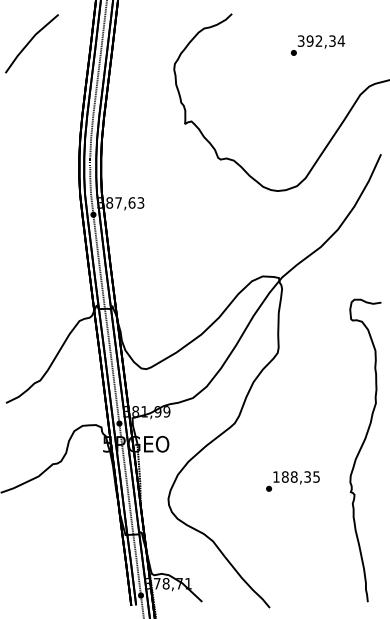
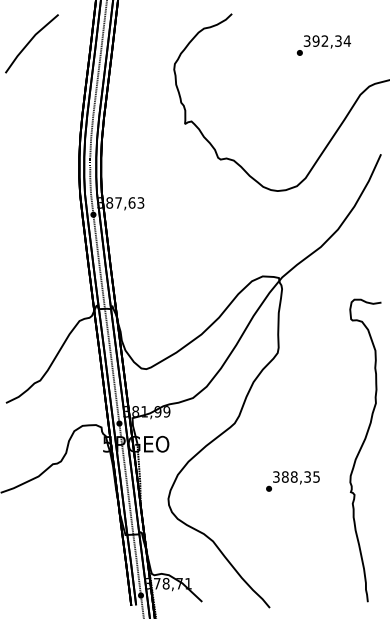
text at (317, 45) position: (317, 45) -> (323, 45)
text at (276, 476): 188,35 -> 388,35
